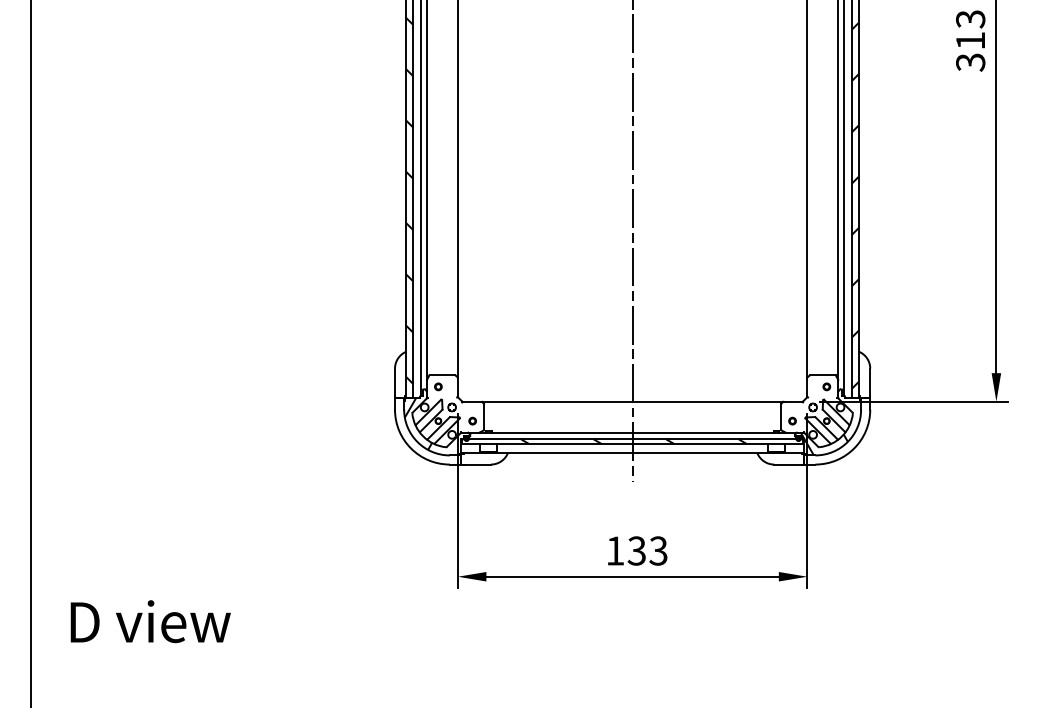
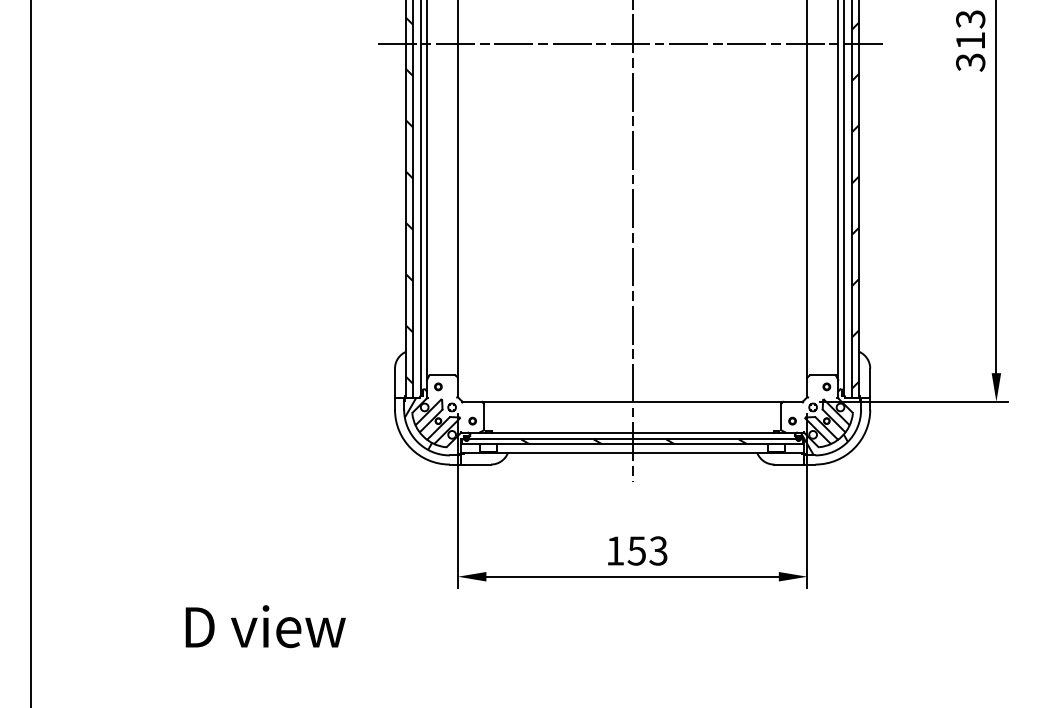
line at (632, 44): none -> present
text at (636, 550): 133 -> 153
text at (150, 621) position: (150, 621) -> (265, 626)
